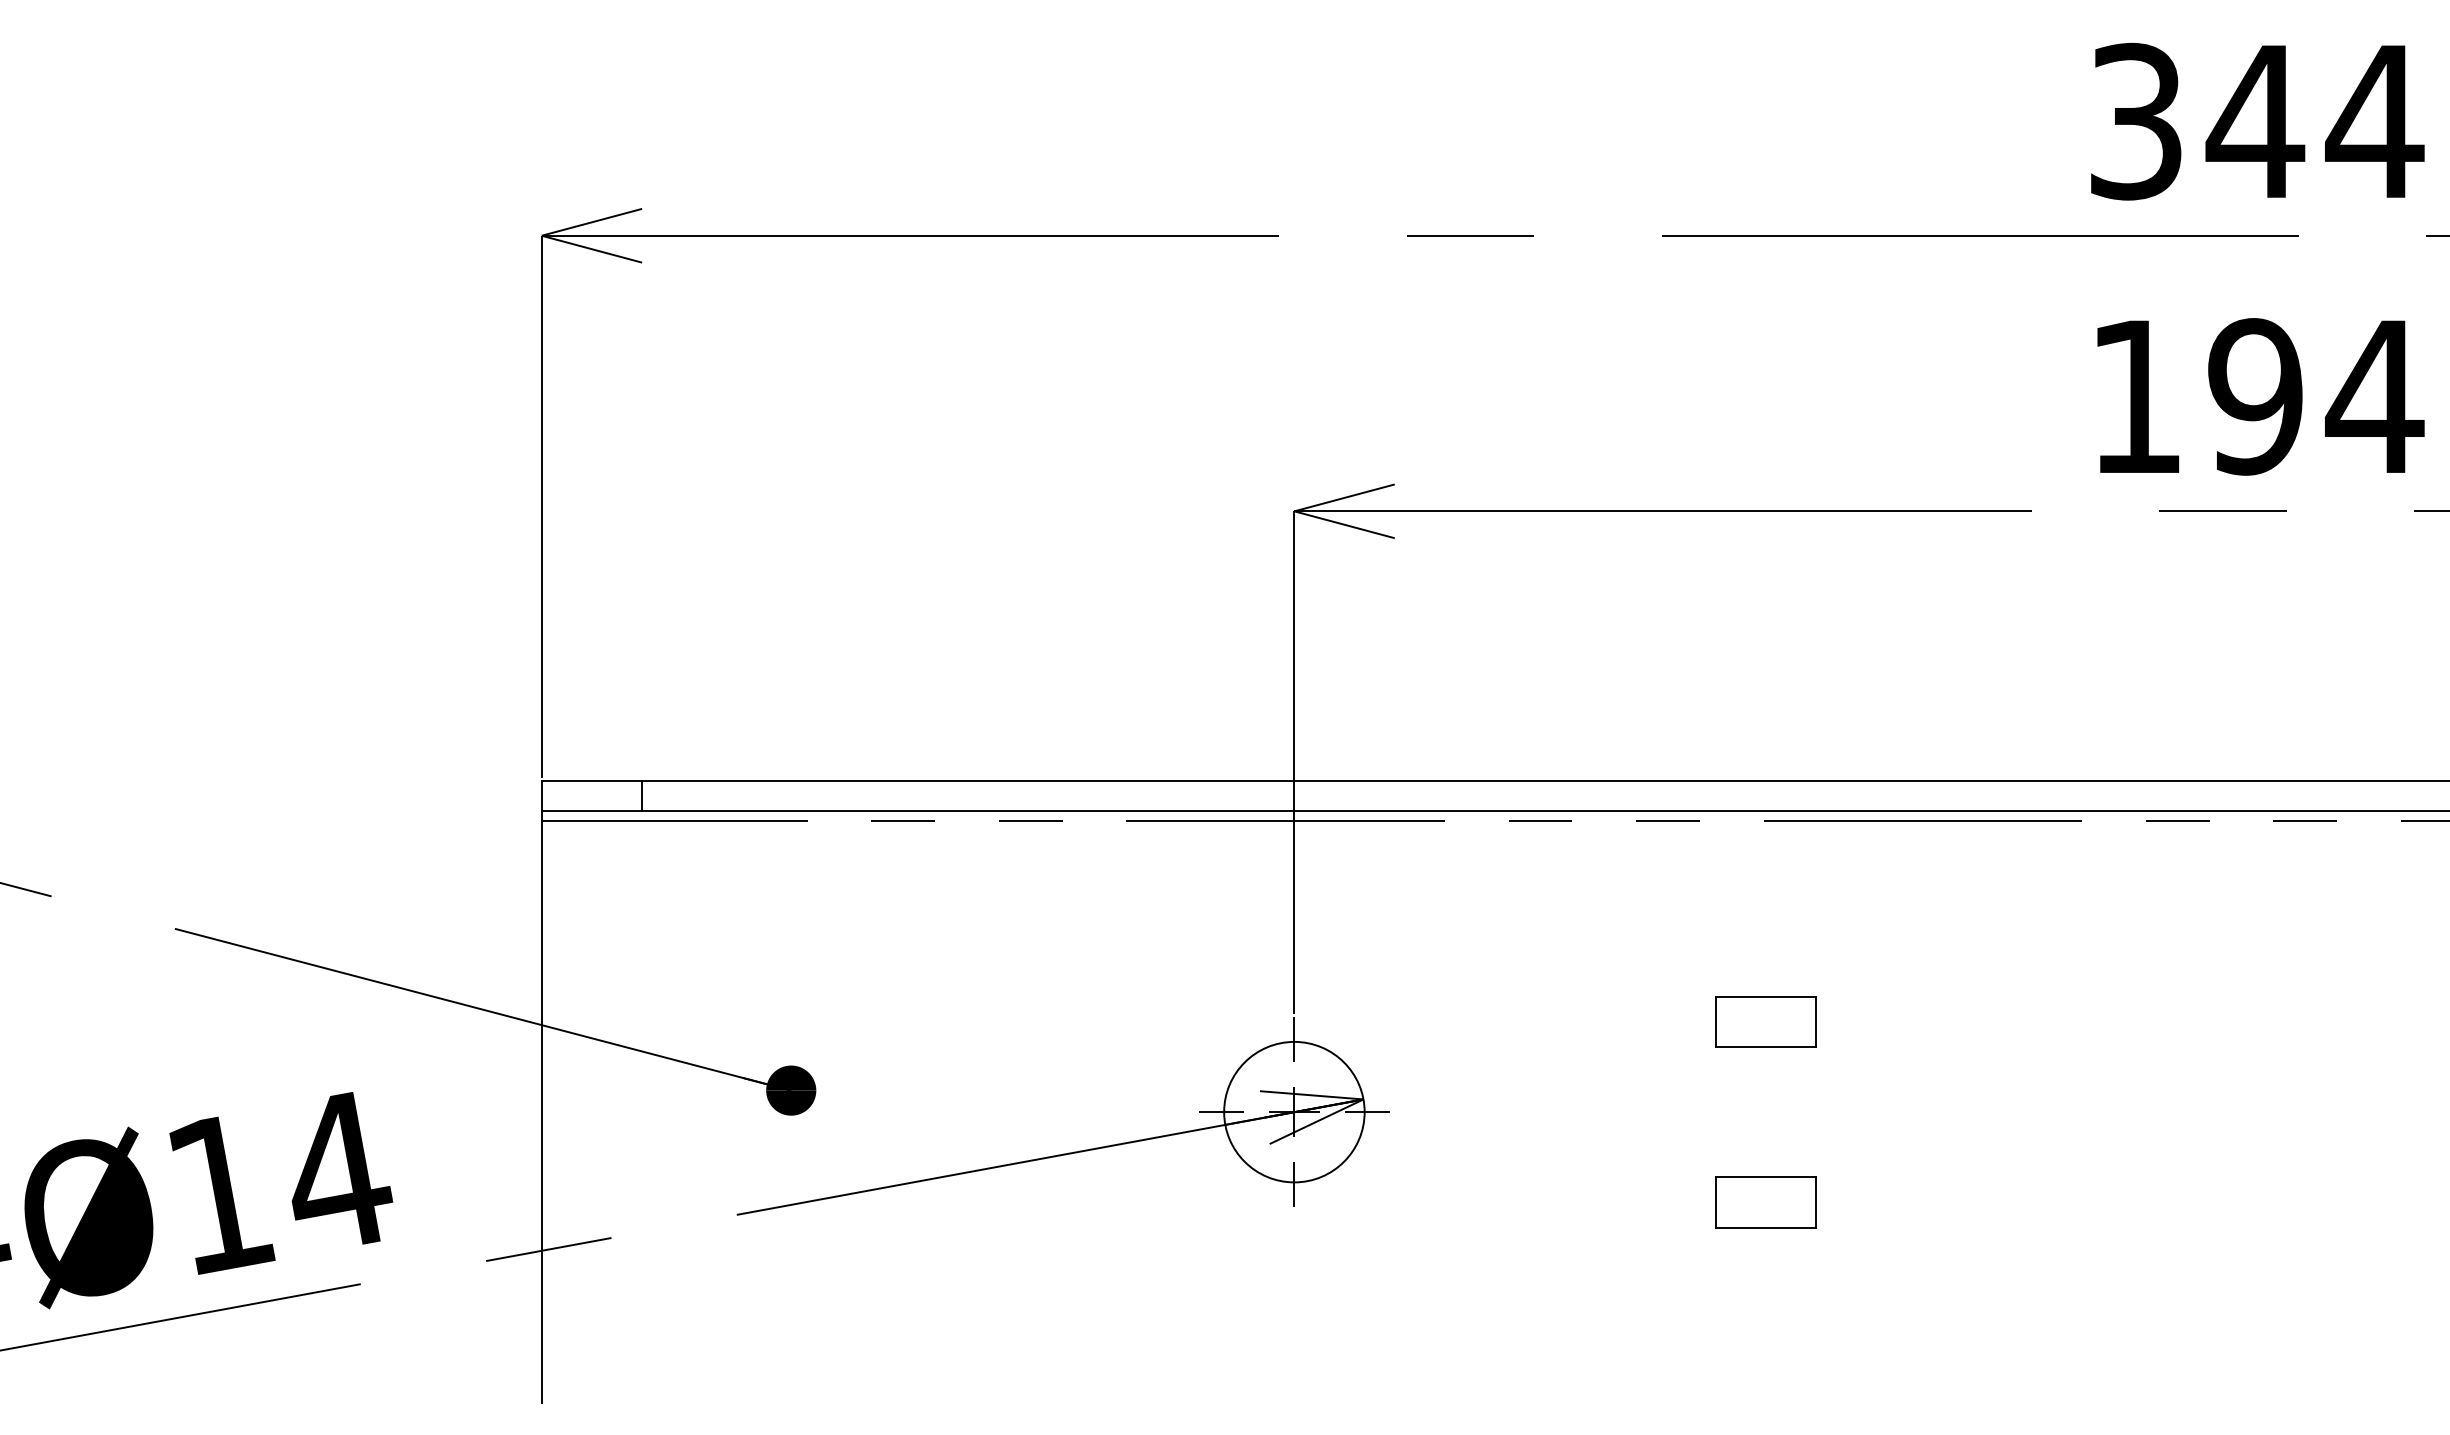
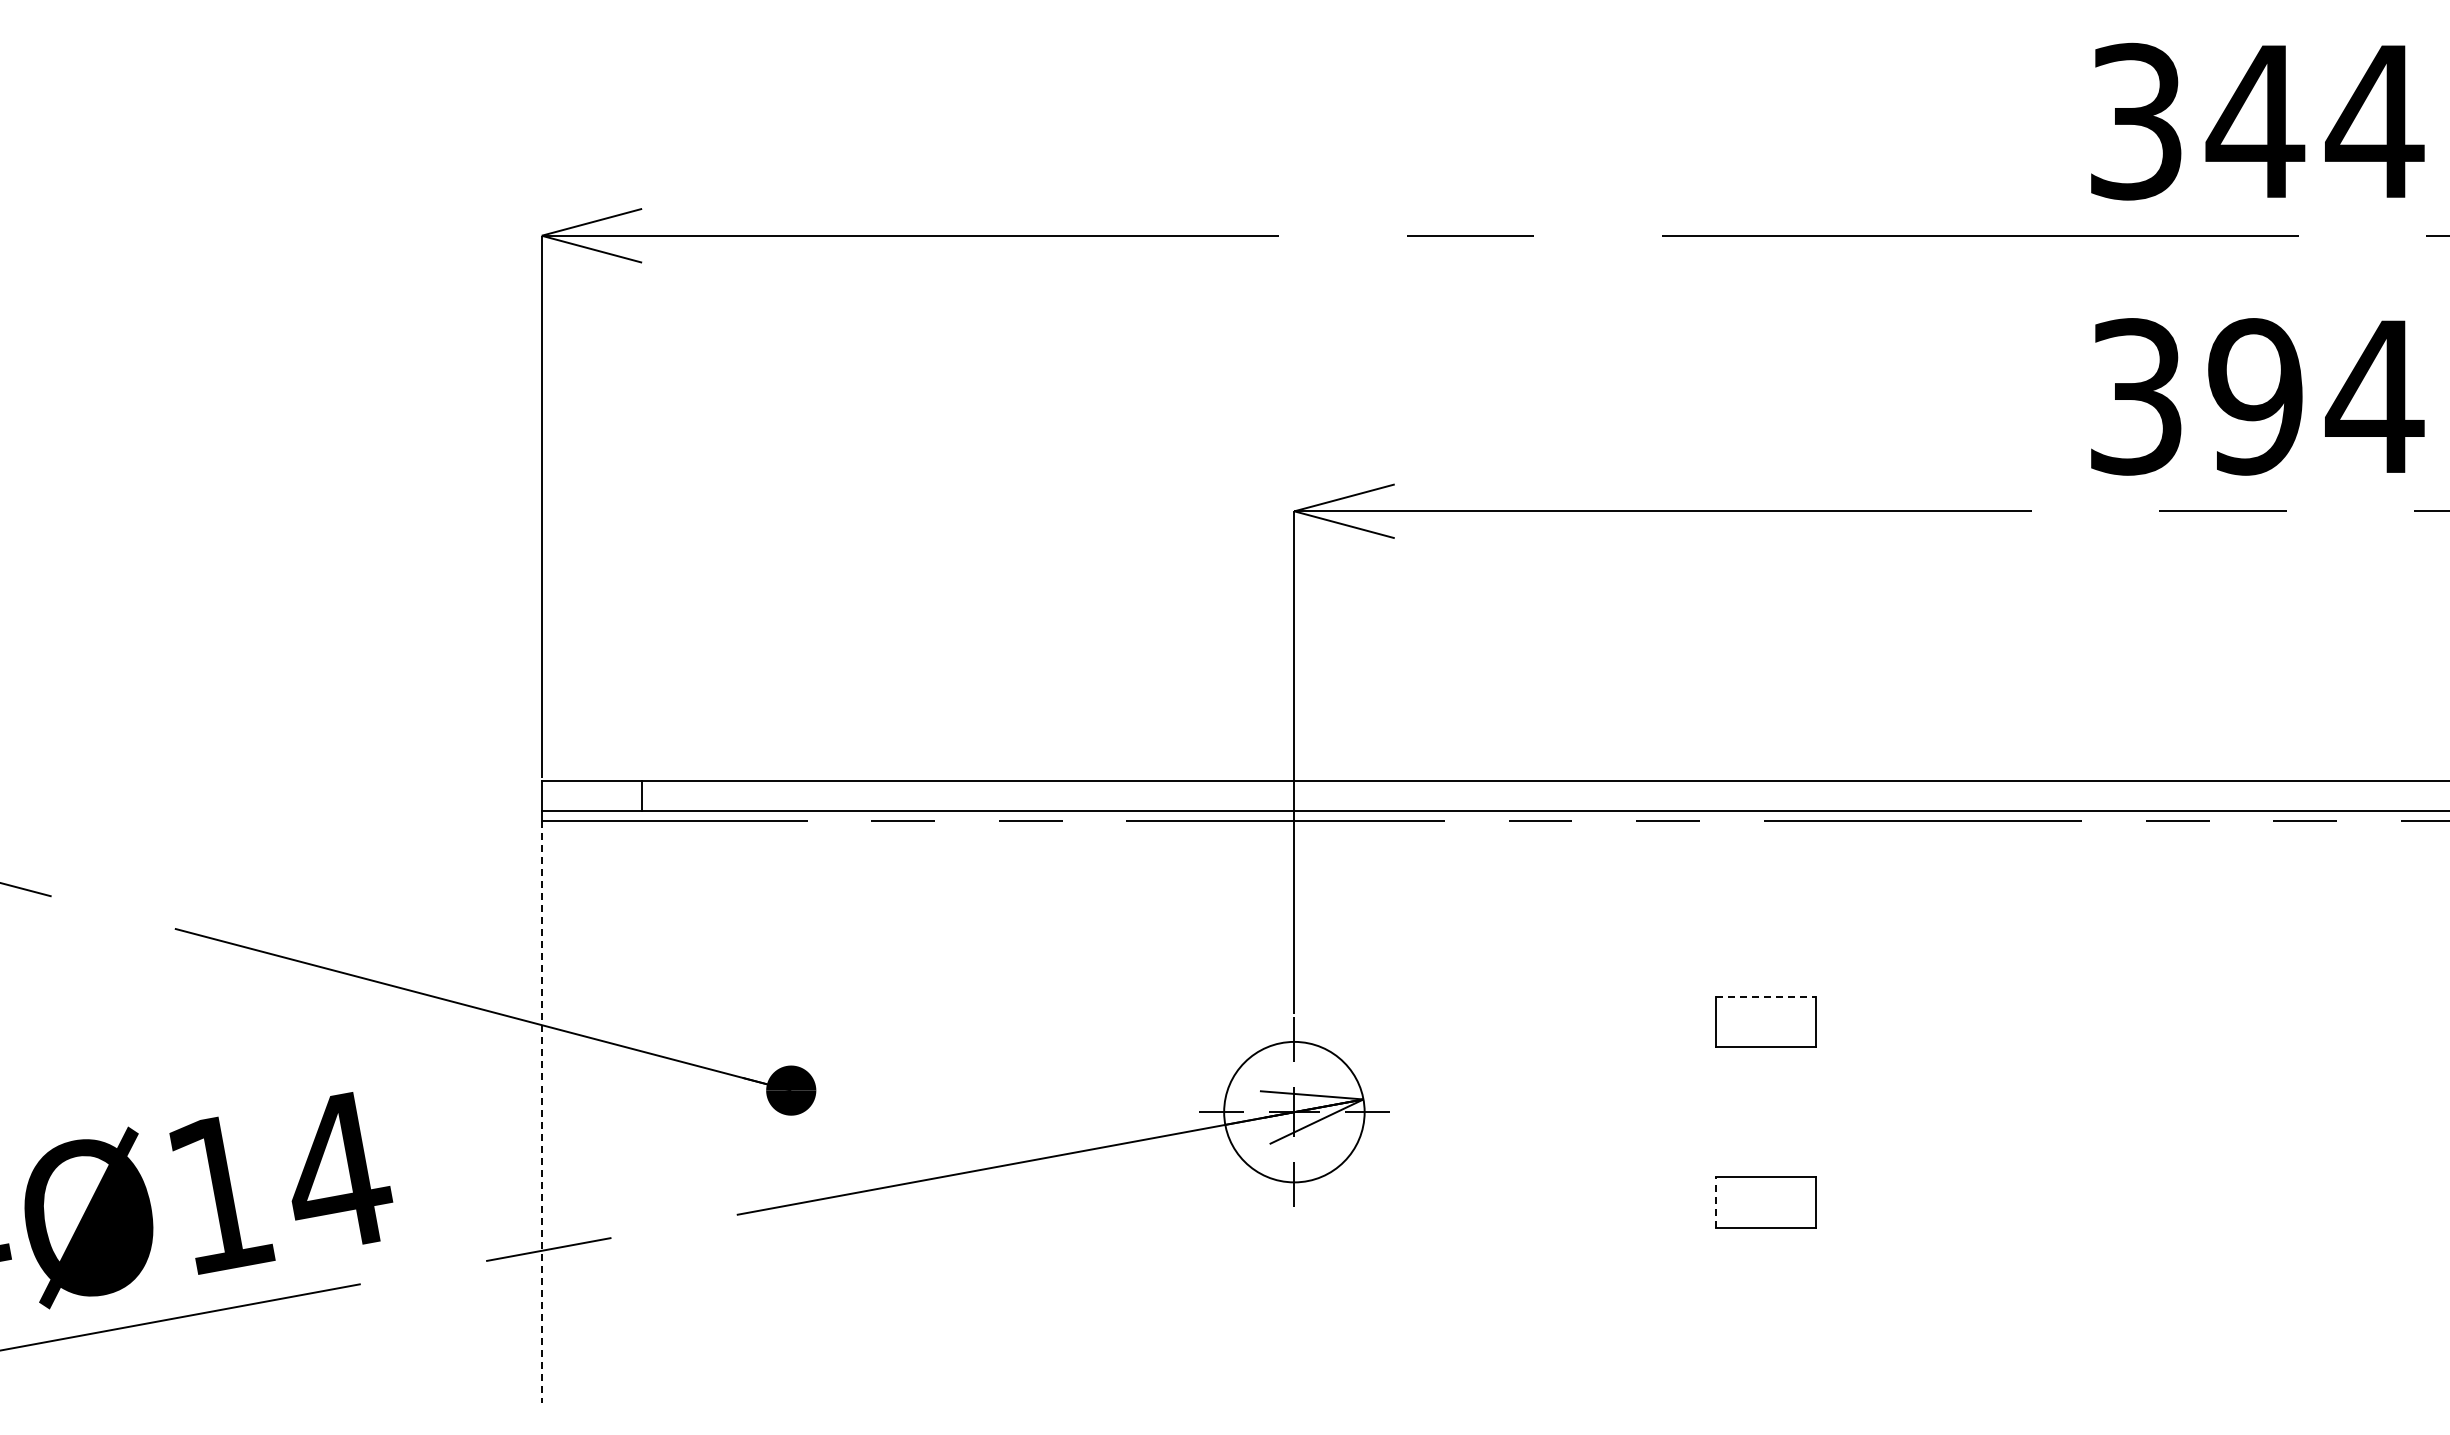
text at (2136, 396): 194 -> 394
line at (1766, 996): solid -> dashed
line at (541, 1112): solid -> dashed
line at (1715, 1201): solid -> dashed
